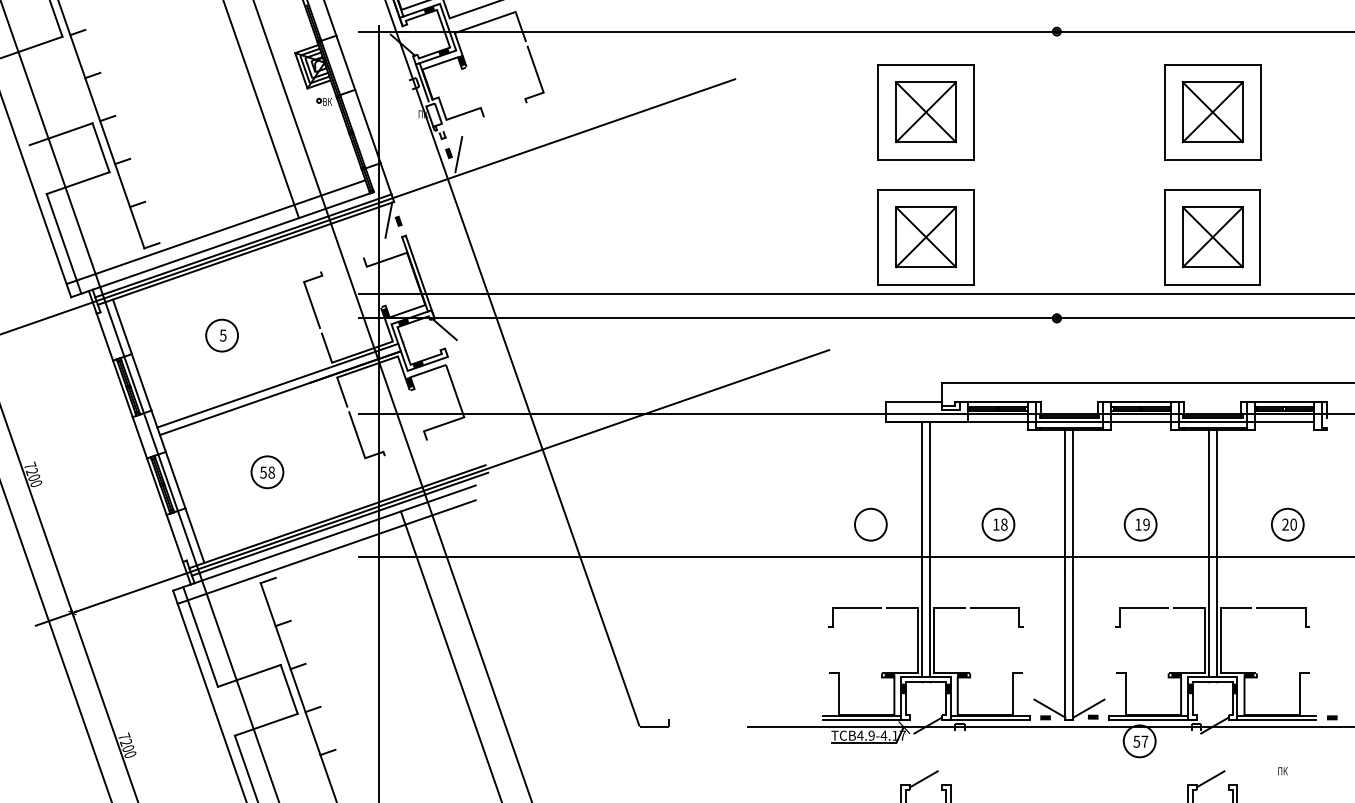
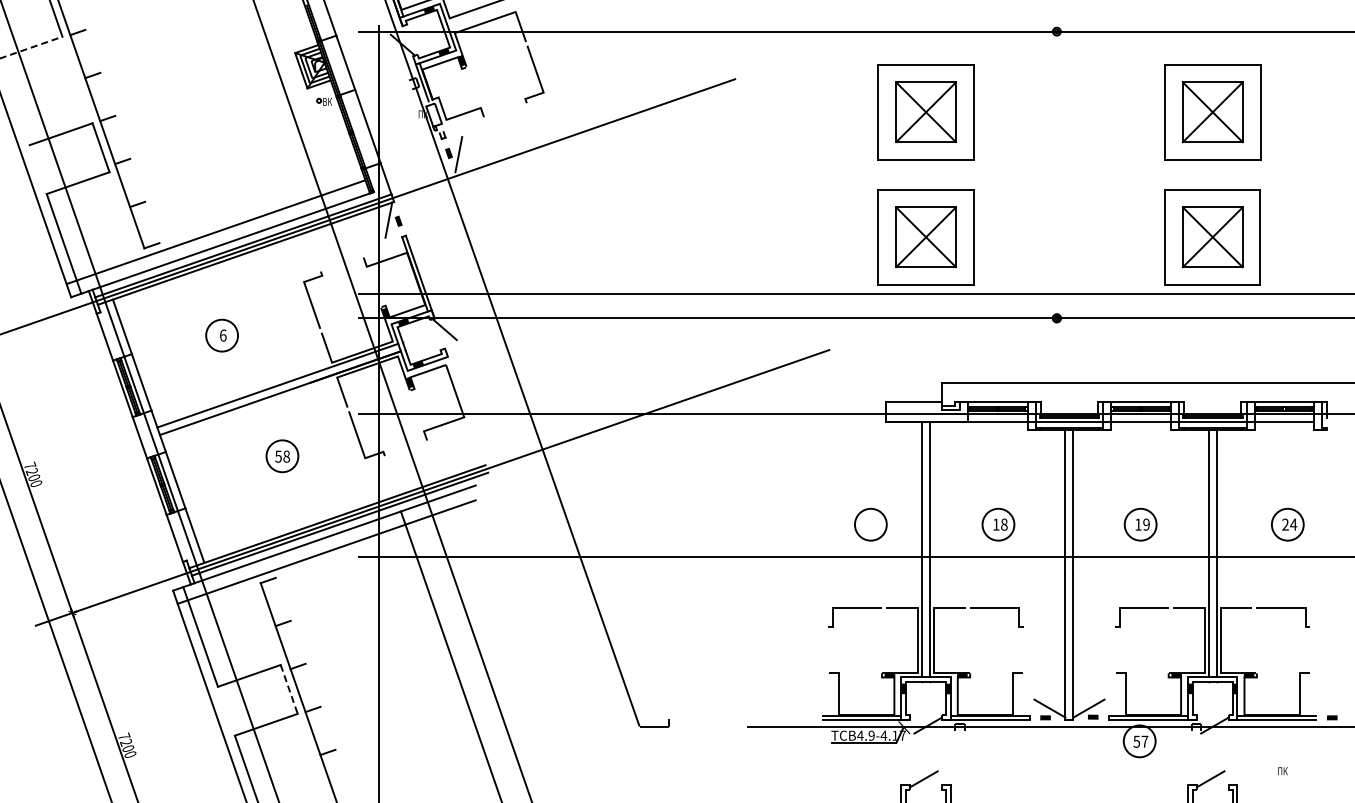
line at (31, 47): solid -> dashed
line at (261, 110): present -> none
text at (222, 335): 5 -> 6
part at (267, 472) position: (267, 472) -> (282, 456)
text at (1293, 524): 20 -> 24
line at (289, 689): solid -> dashed
